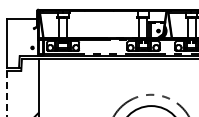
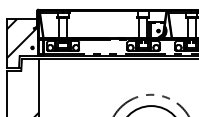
hatch at (22, 38): none -> present
line at (6, 93): dashed -> solid
